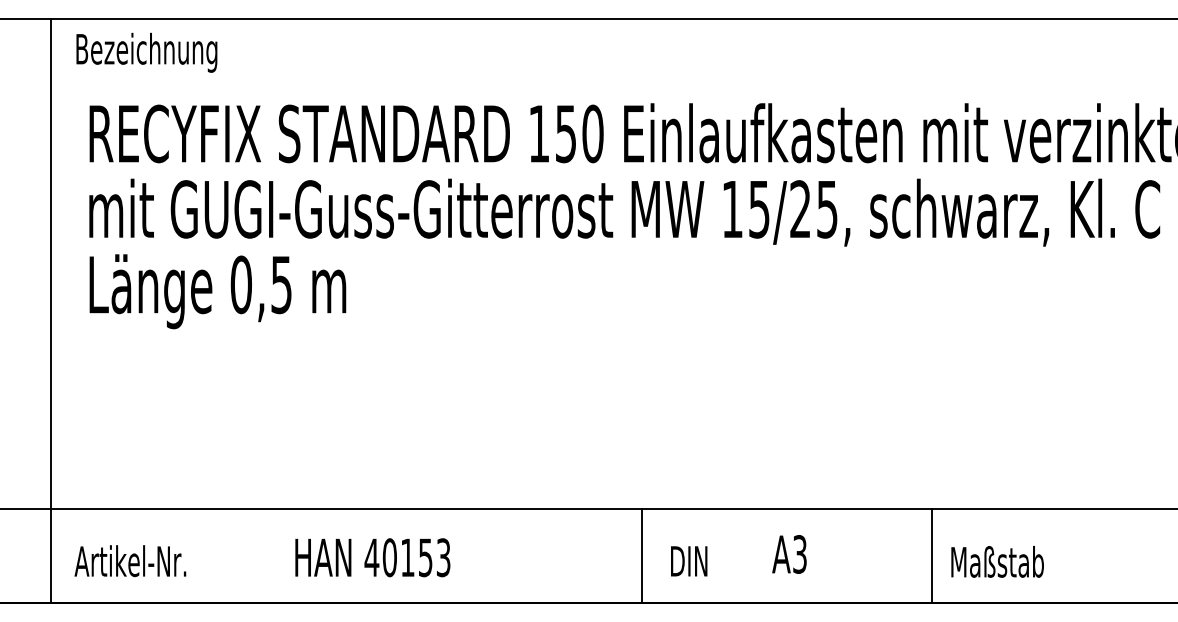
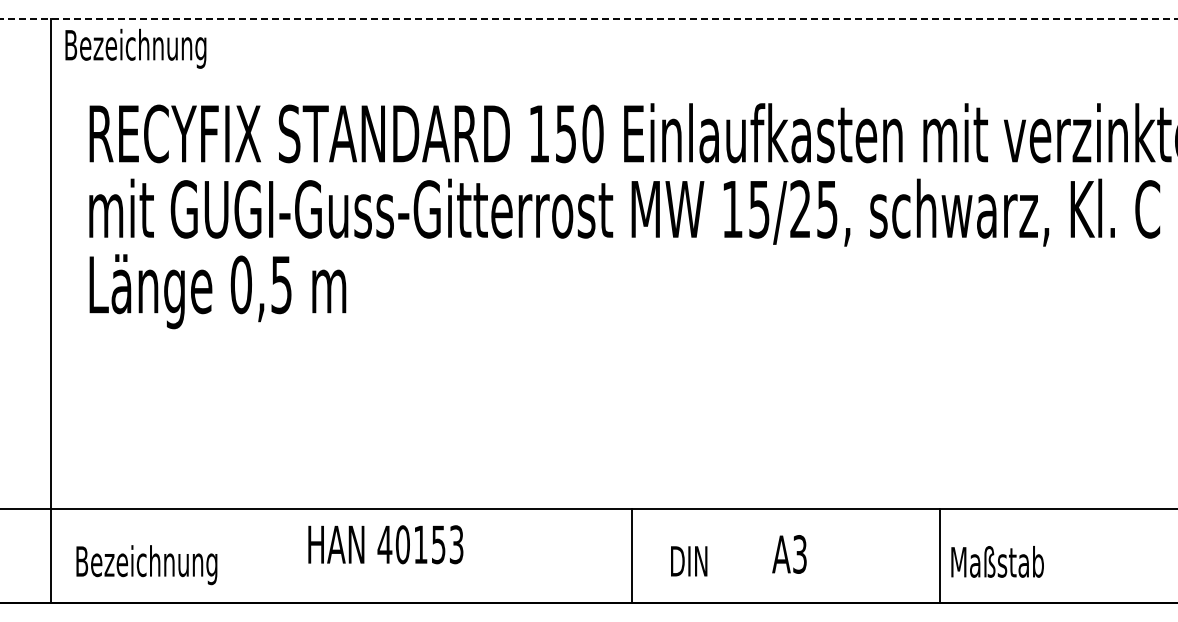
line at (589, 18): solid -> dashed
text at (146, 52) position: (146, 52) -> (135, 48)
line at (641, 556) position: (641, 556) -> (631, 556)
line at (931, 556) position: (931, 556) -> (939, 556)
text at (372, 557) position: (372, 557) -> (385, 544)
text at (145, 565): Artikel-Nr. -> Bezeichnung
